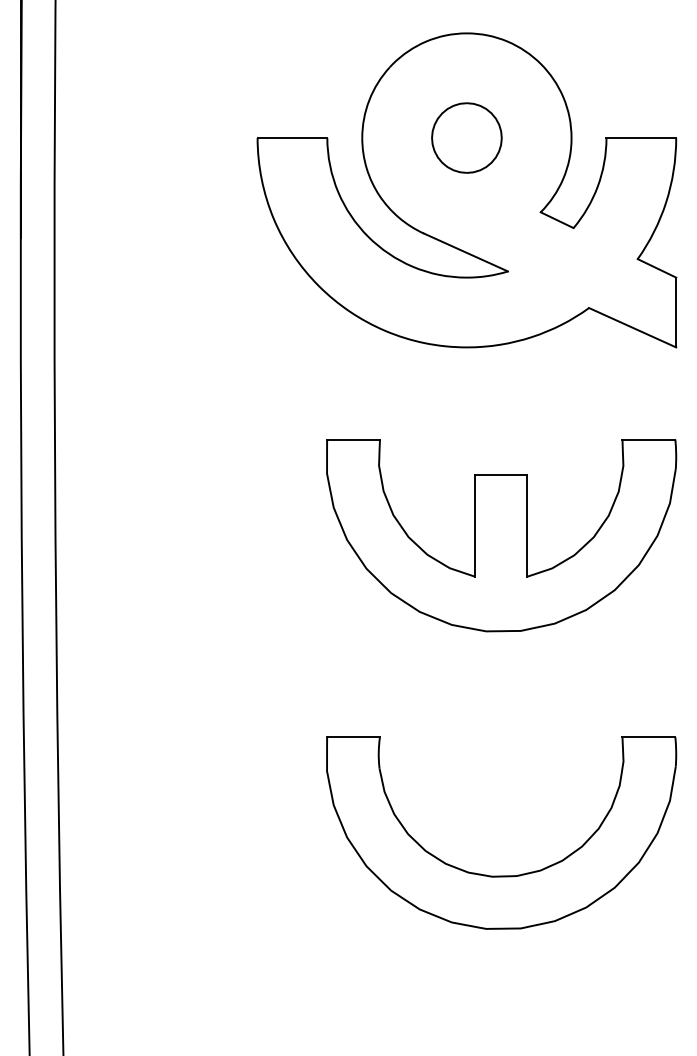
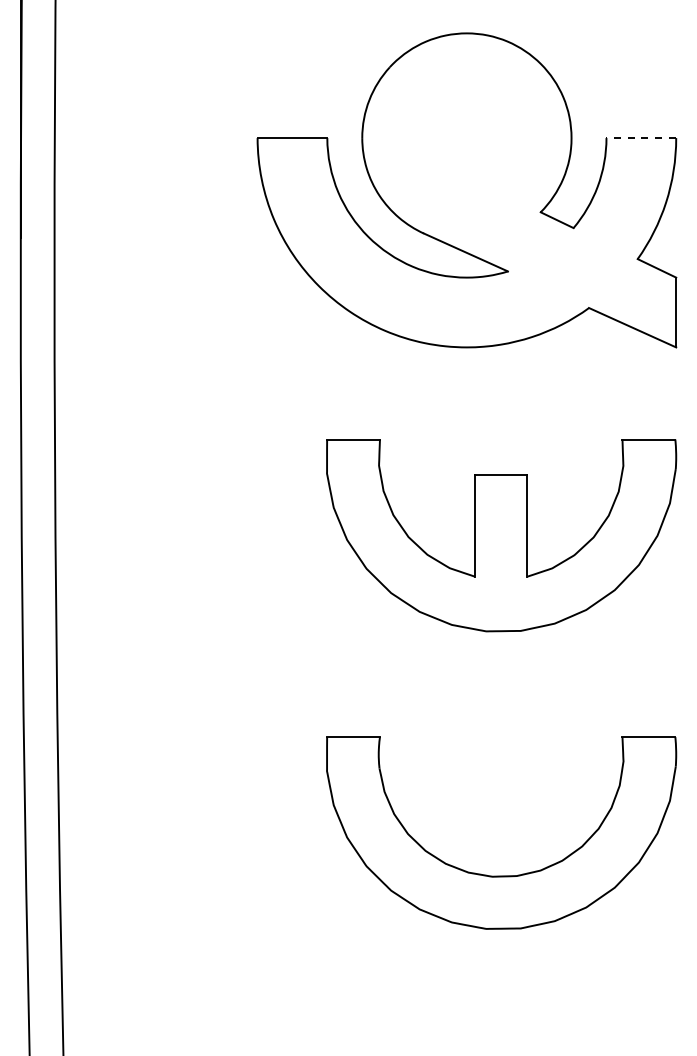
part at (466, 137): present -> none
line at (641, 138): solid -> dashed
